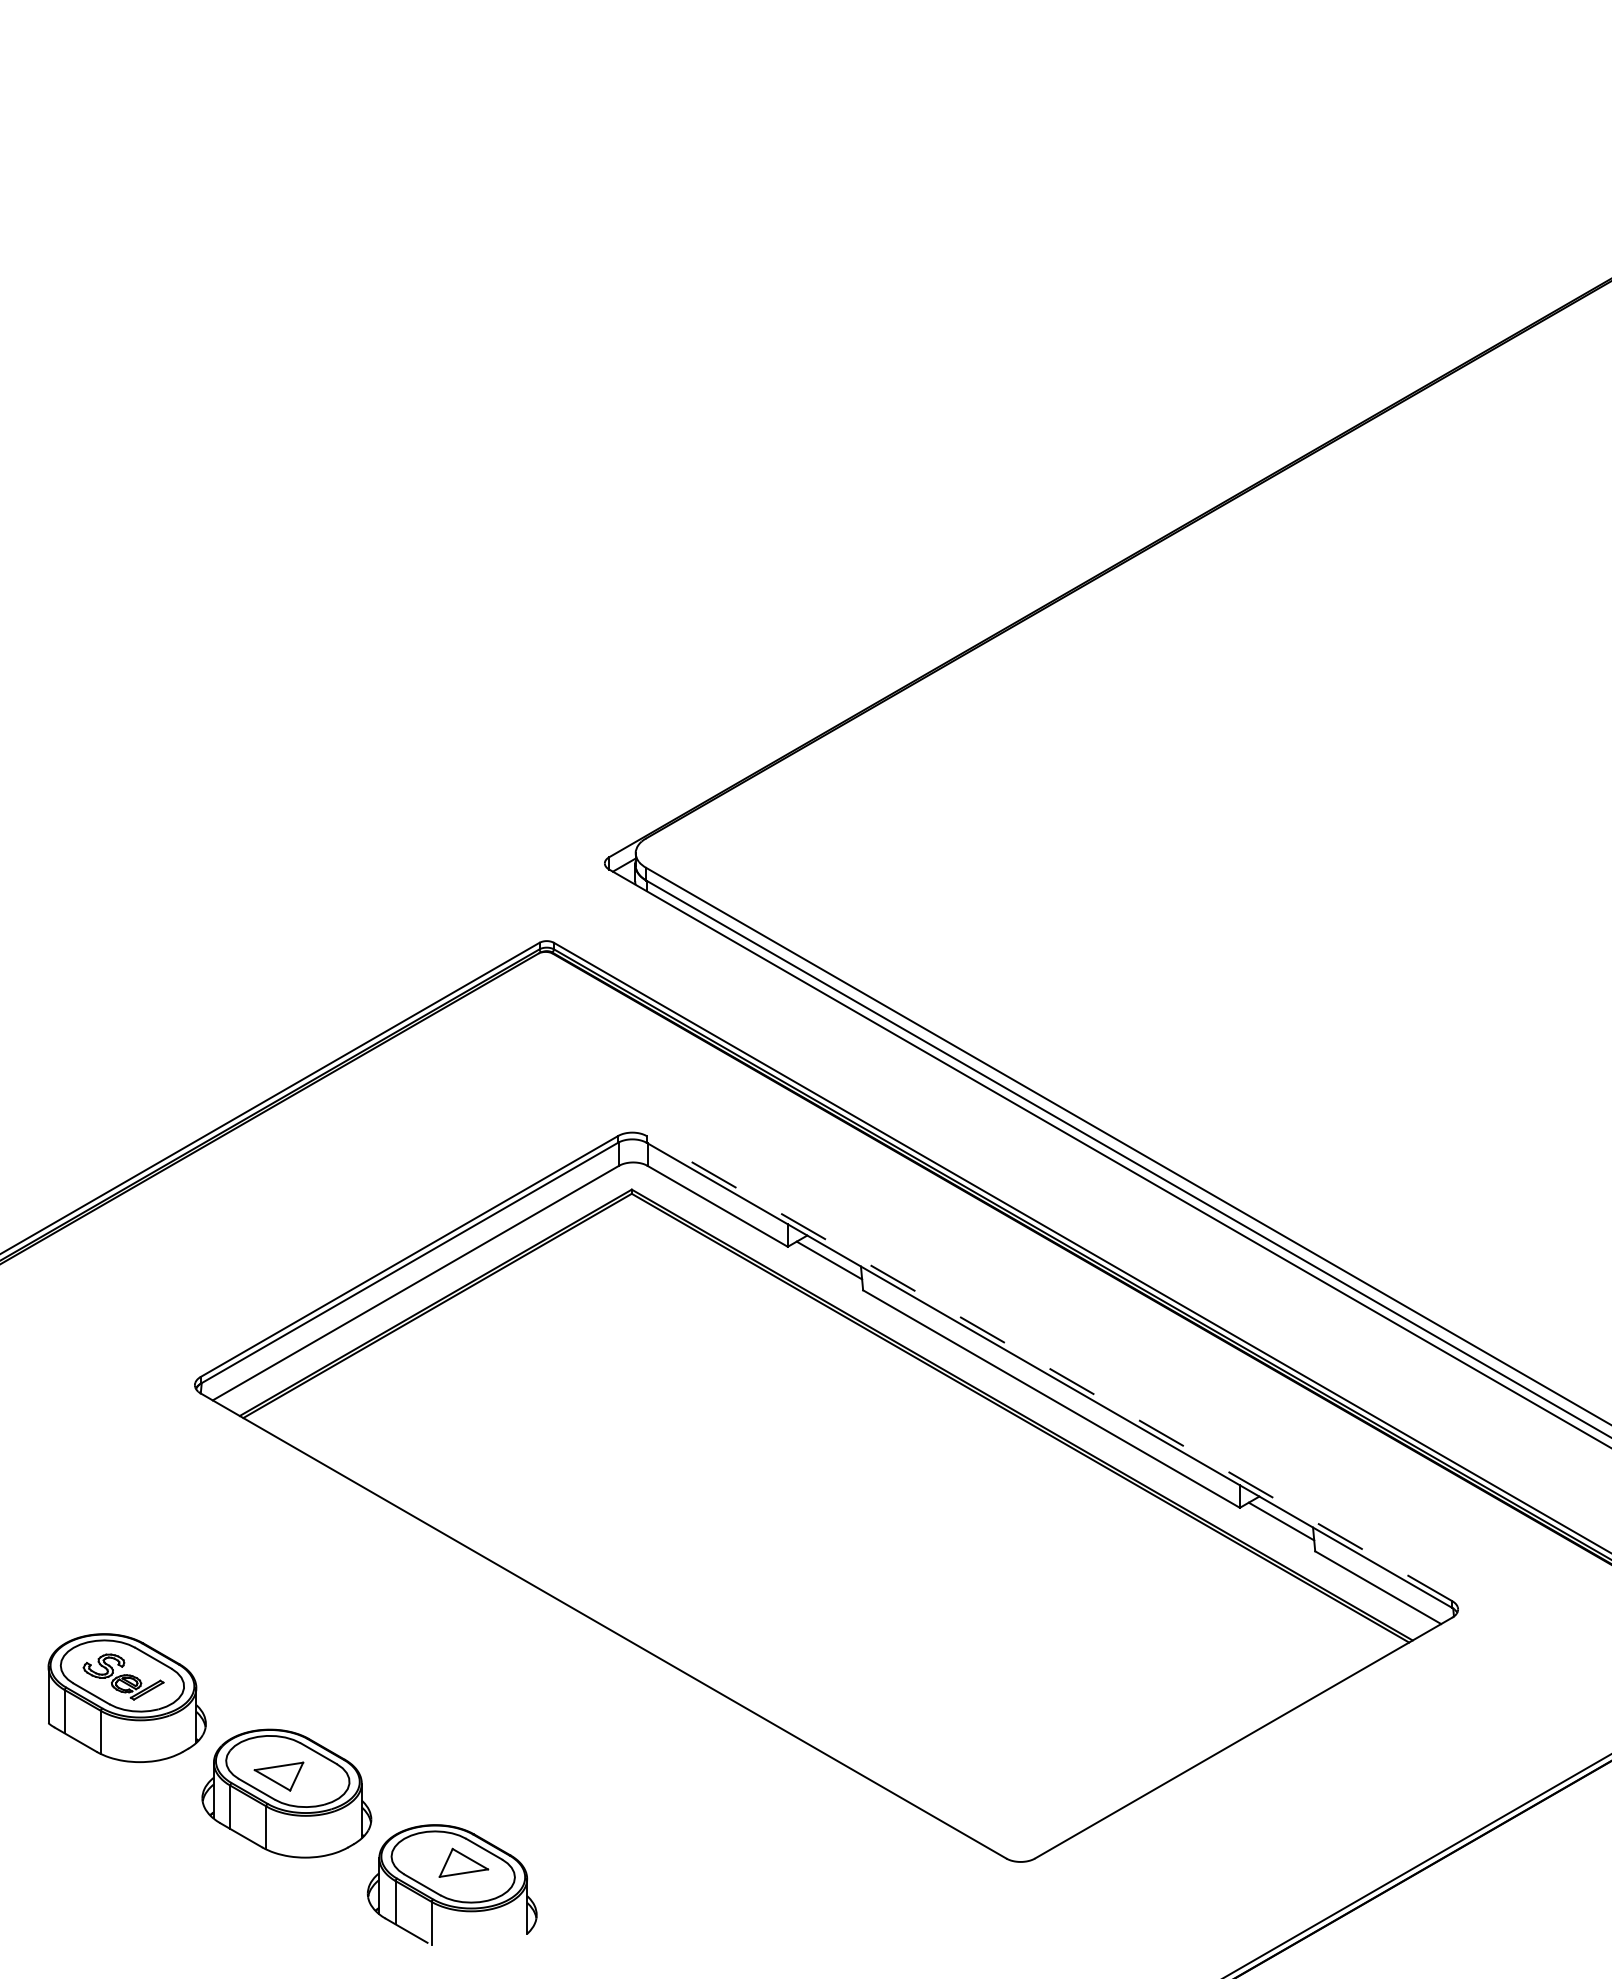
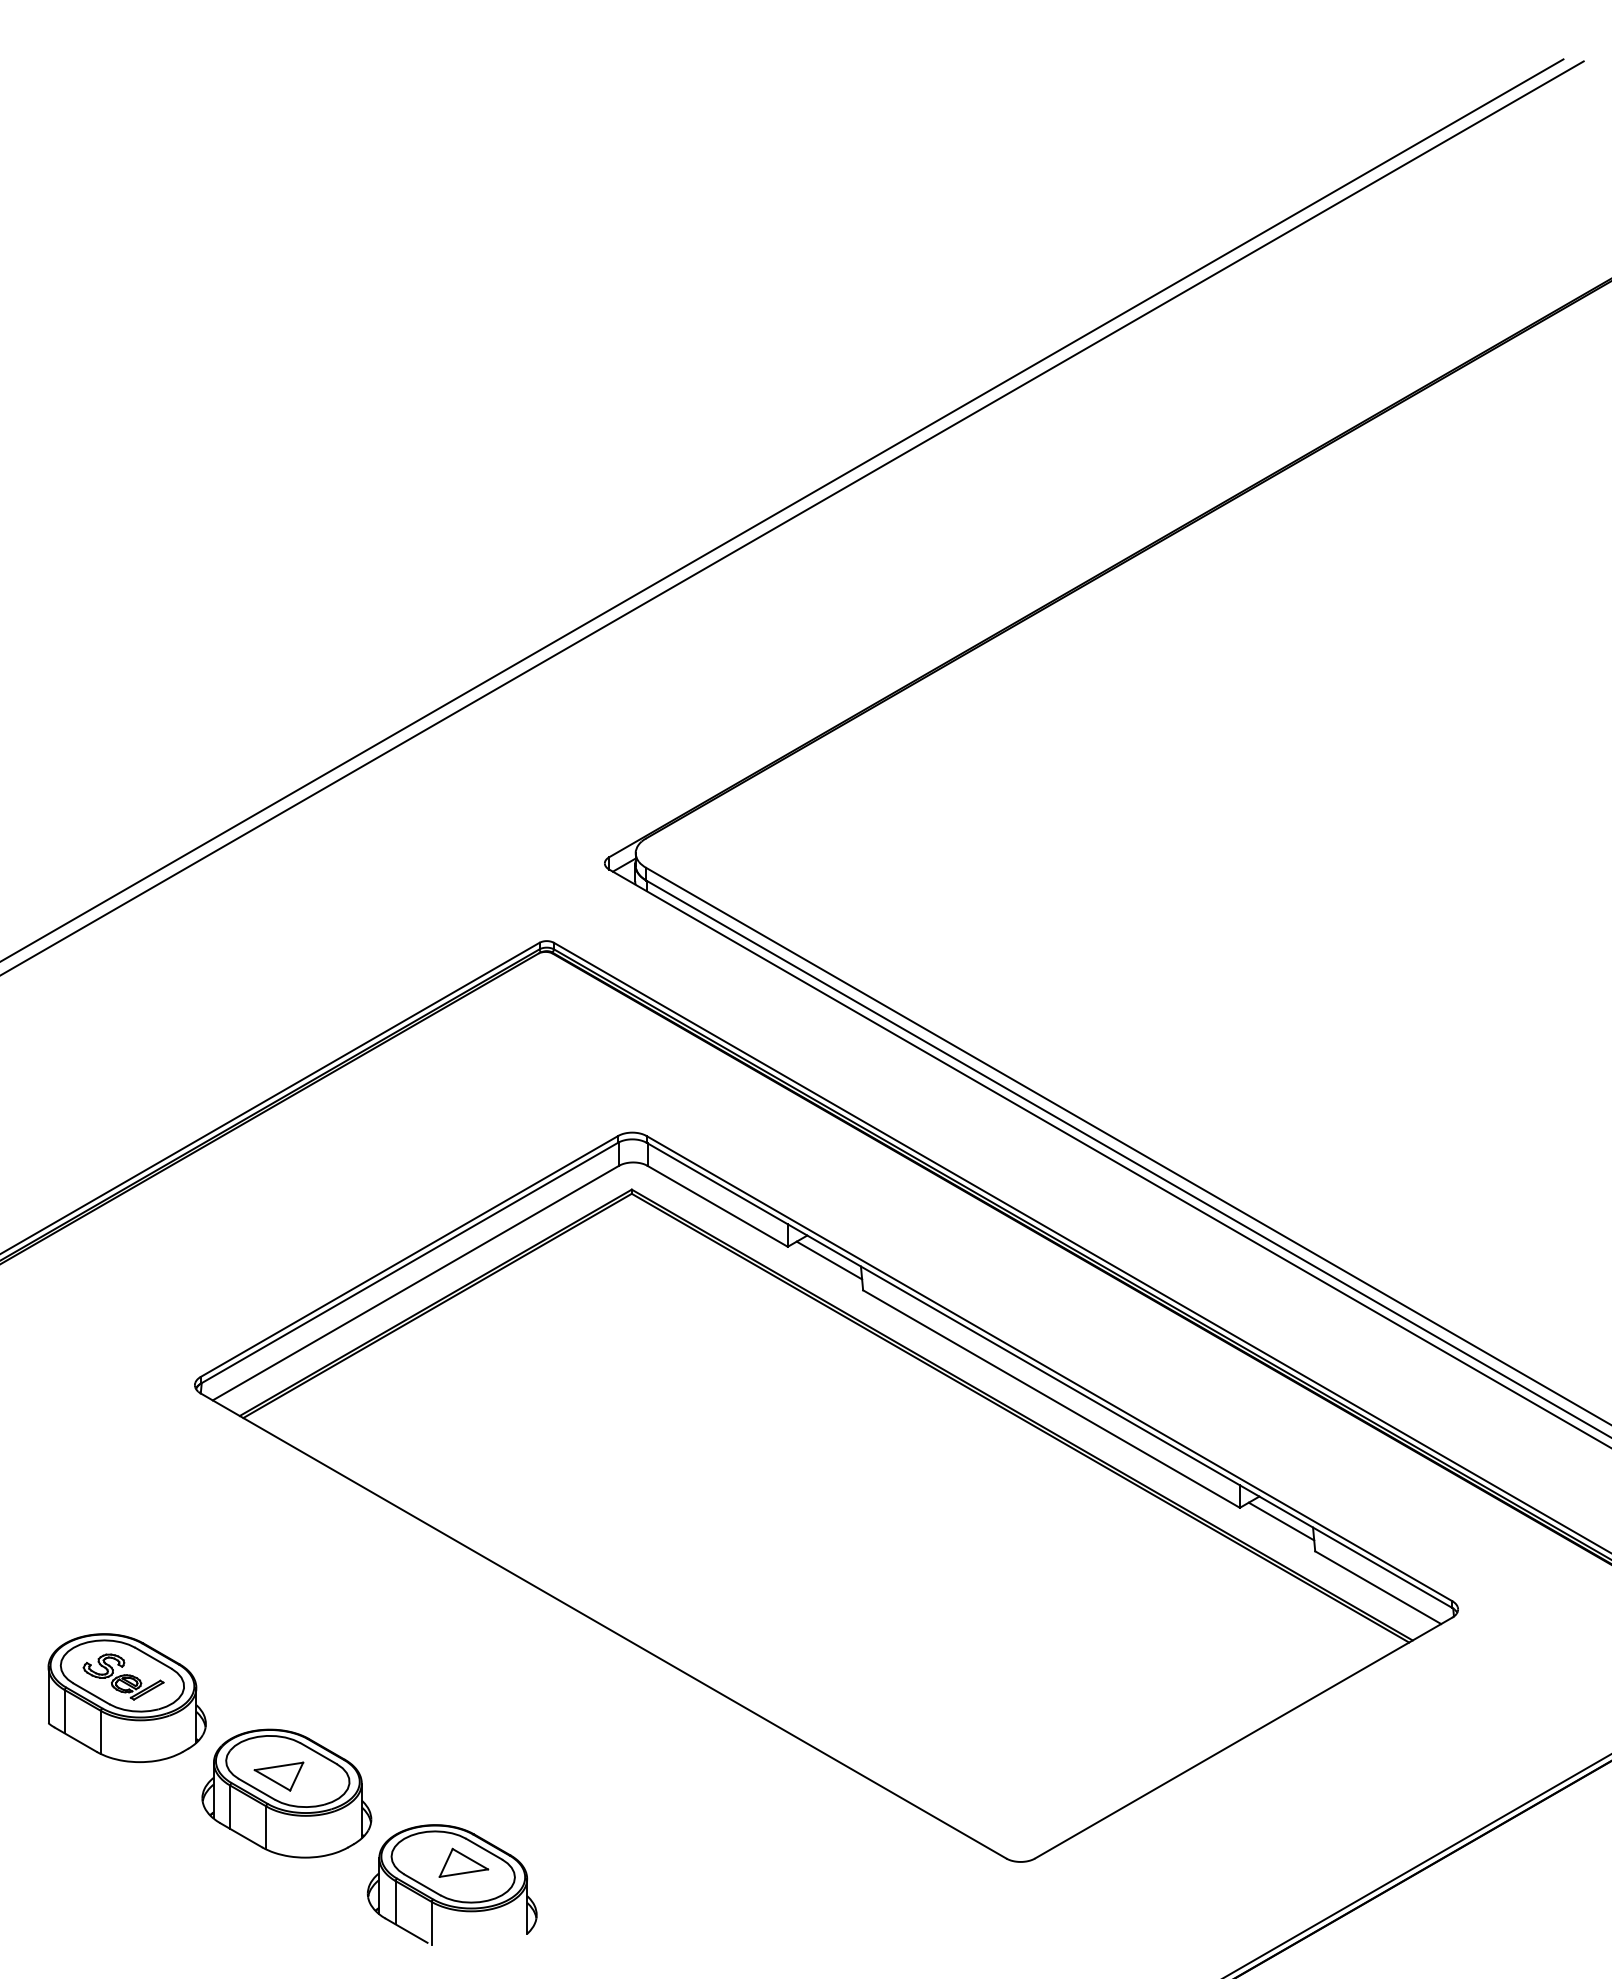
line at (782, 509): none -> present
line at (792, 517): none -> present
line at (1049, 1368): dashed -> solid
